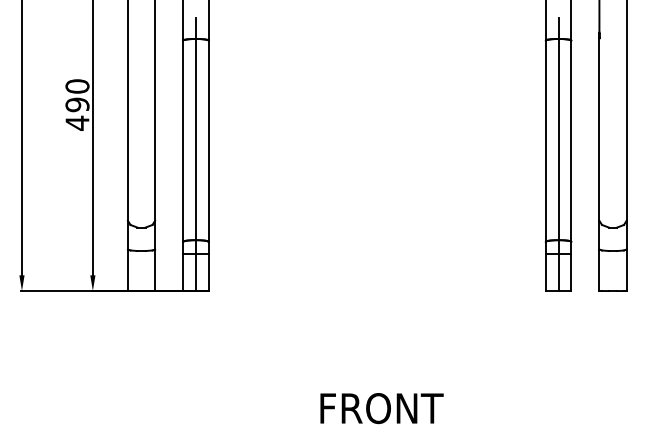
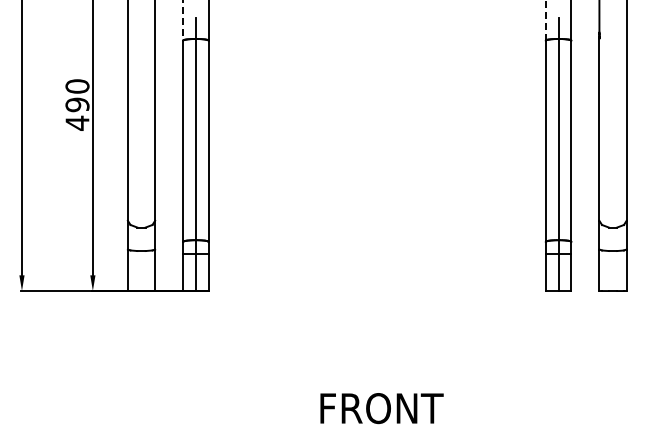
line at (545, 20): solid -> dashed
line at (183, 21): solid -> dashed
